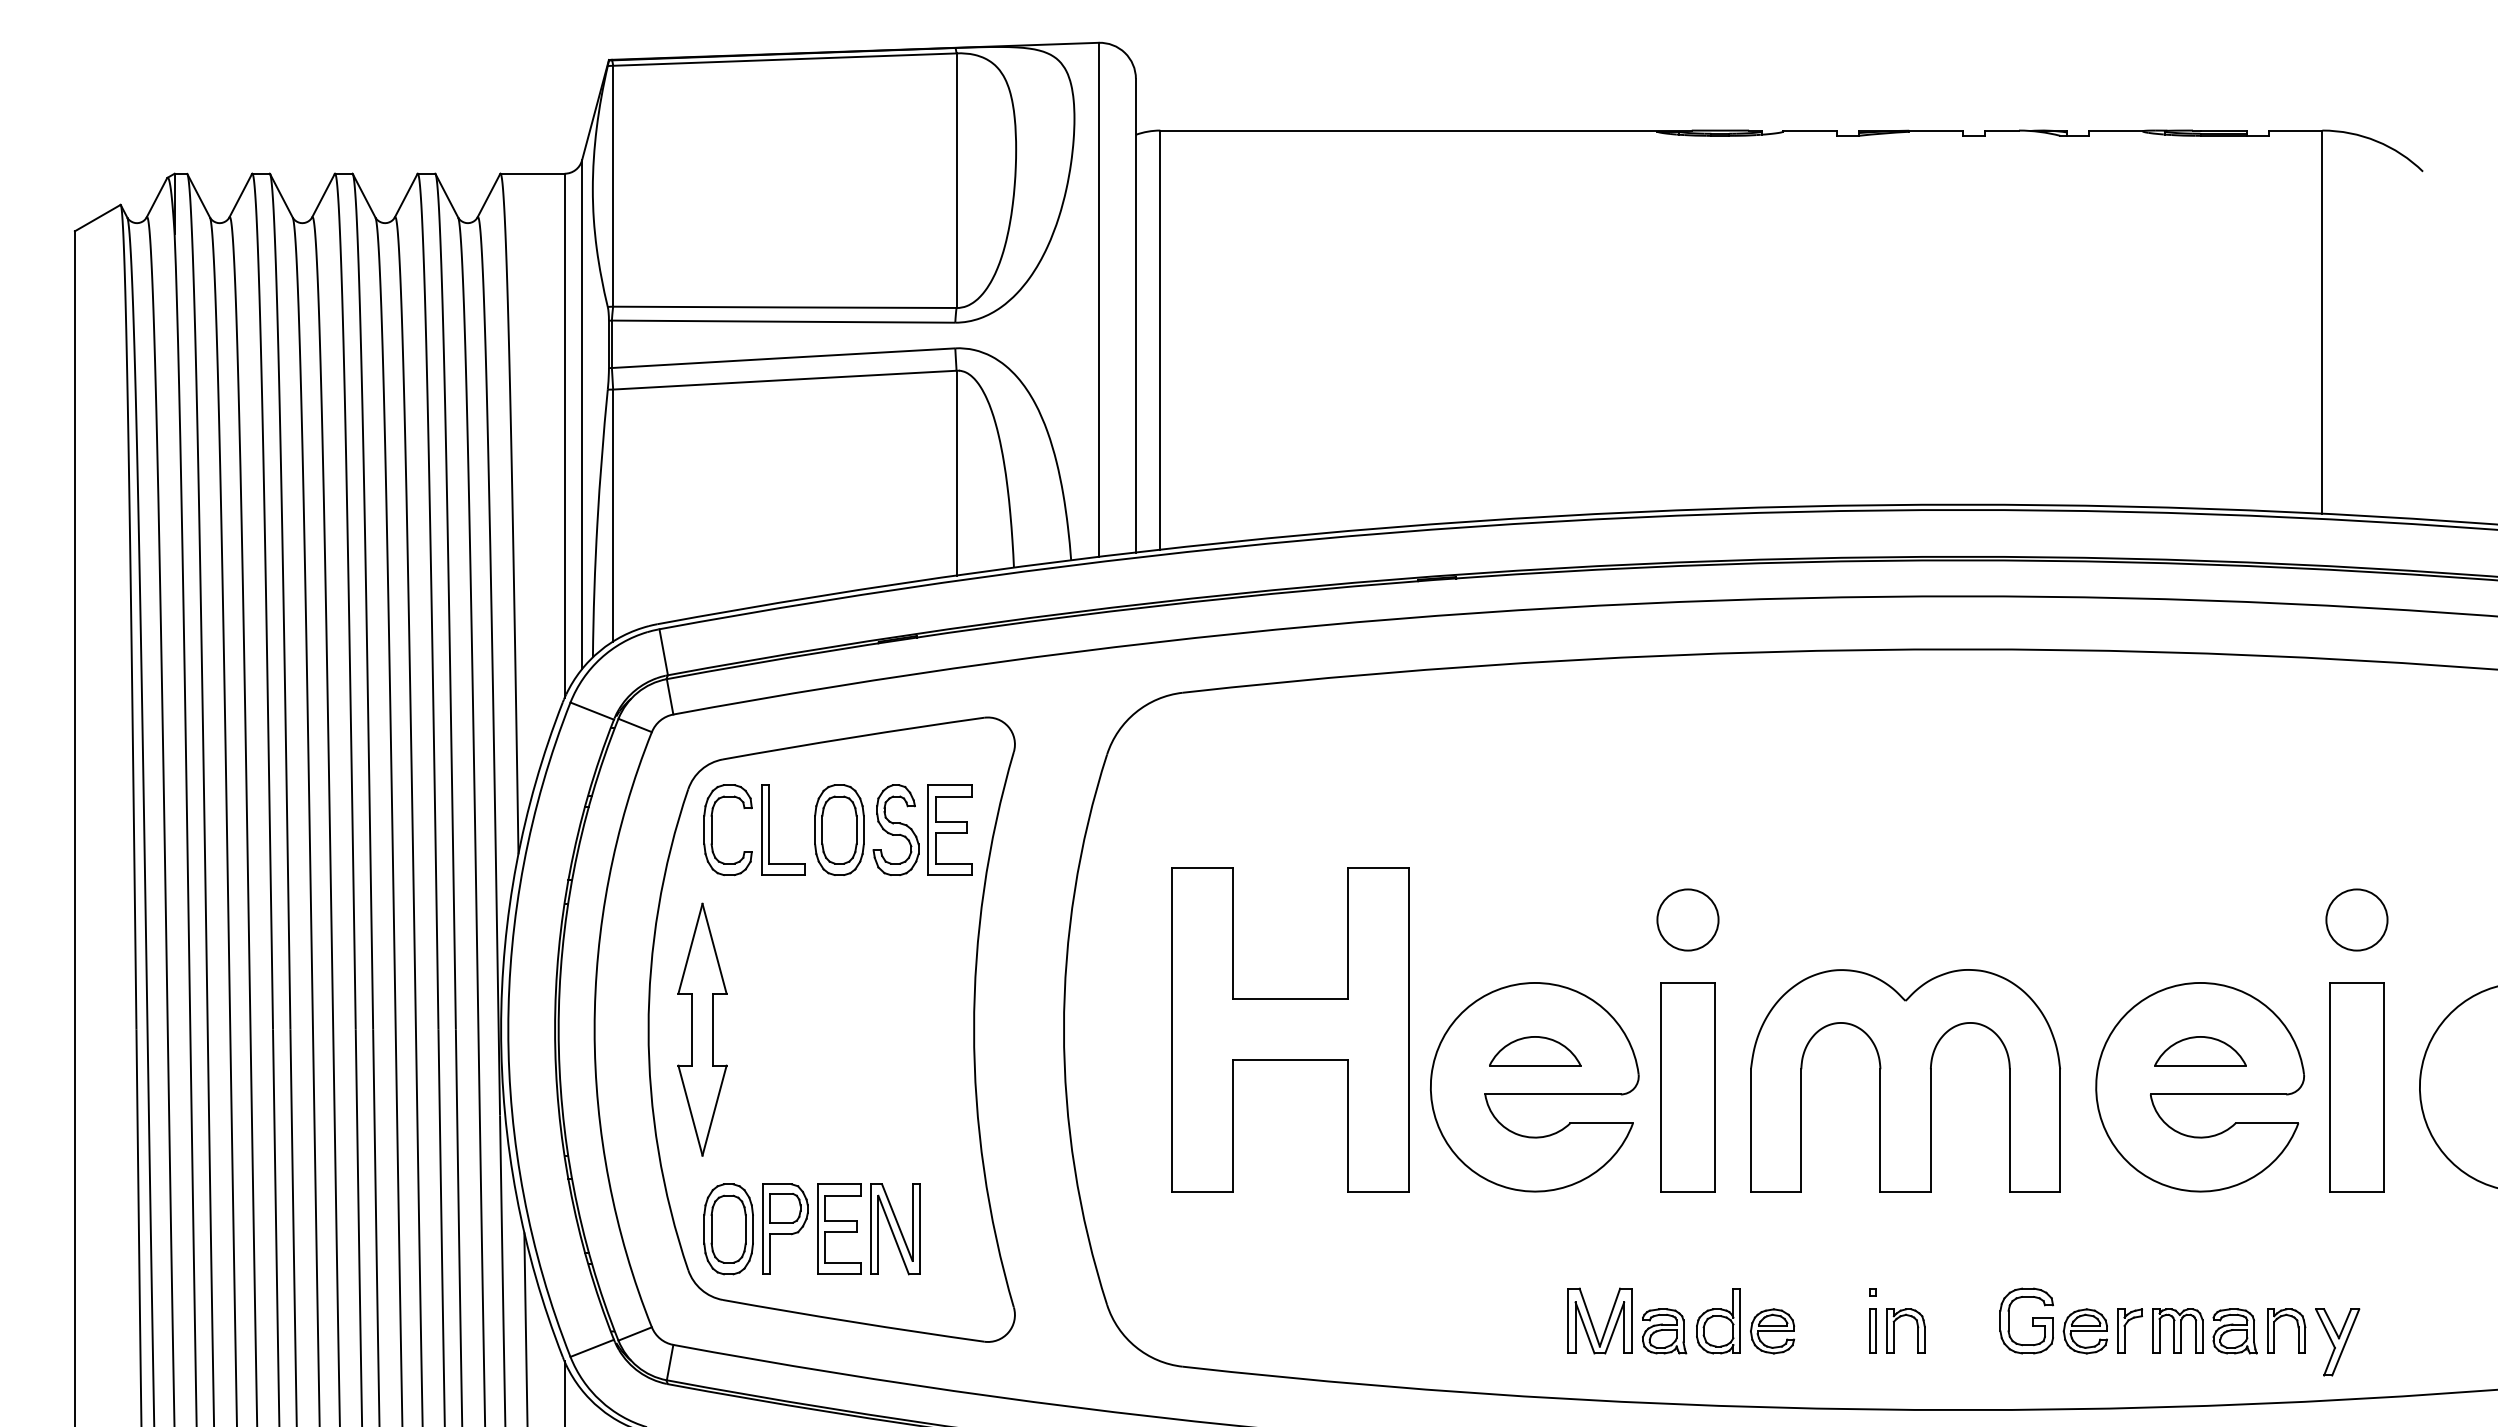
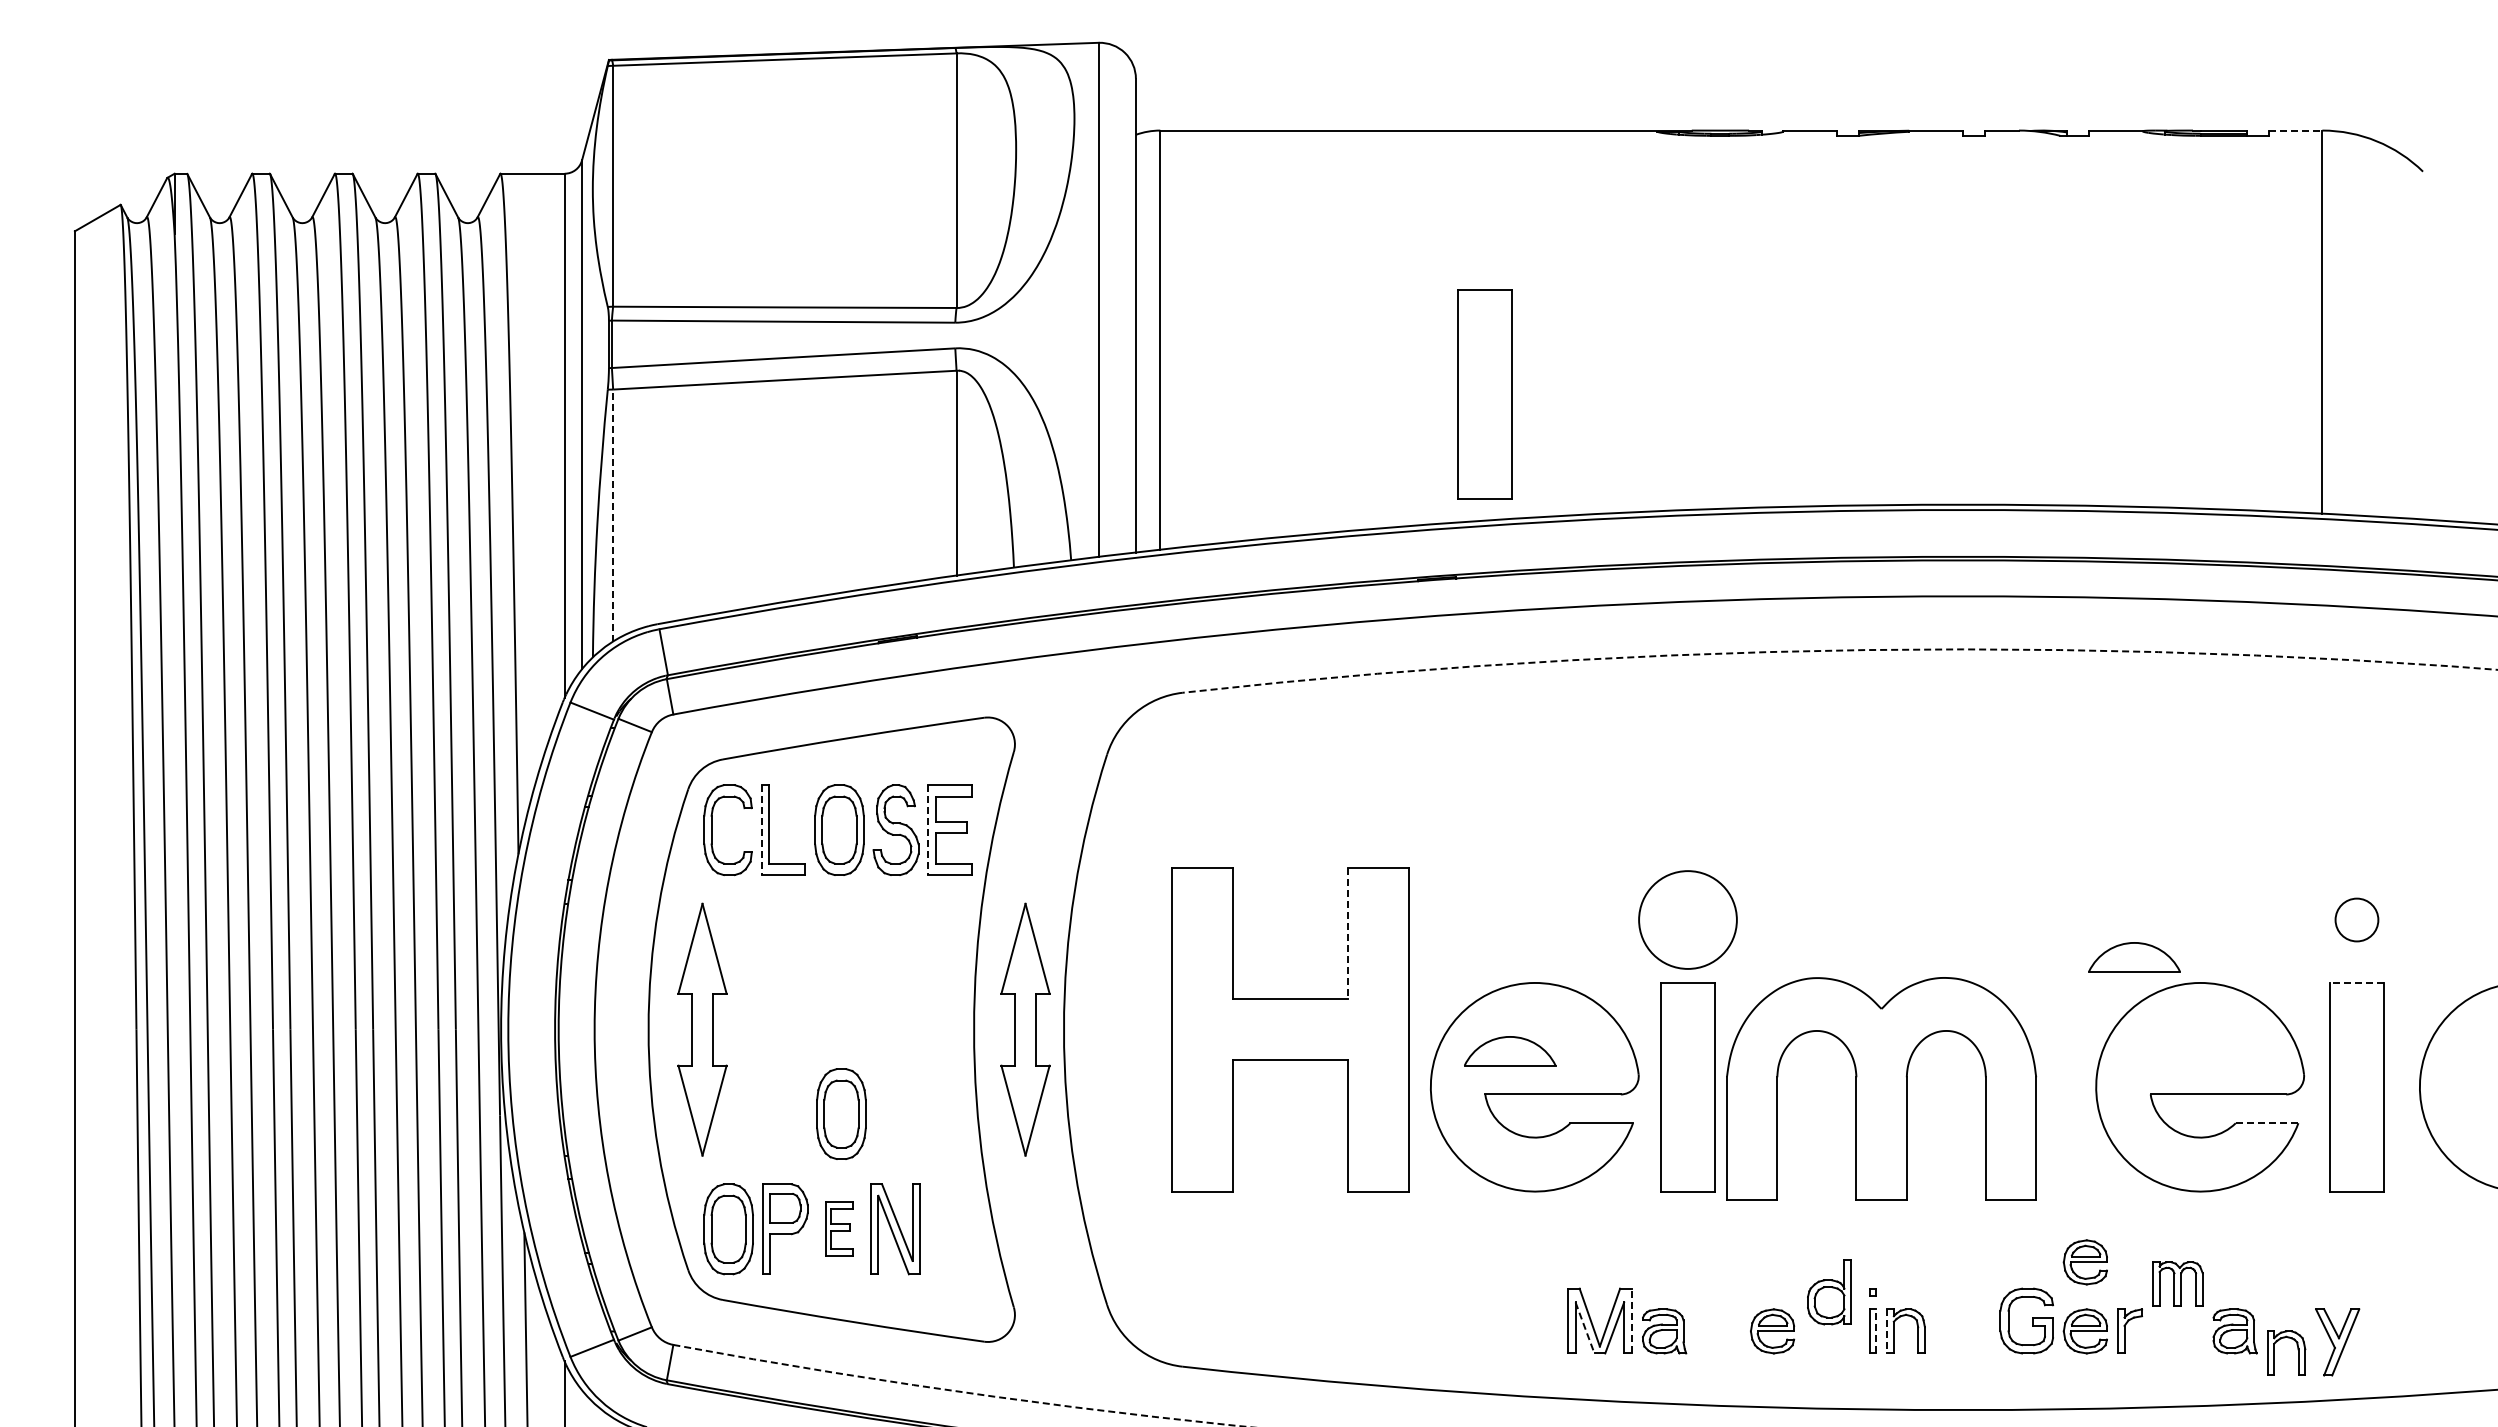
line at (2295, 130): solid -> dashed
part at (1484, 394): none -> present
line at (613, 515): solid -> dashed
arc at (1839, 650): solid -> dashed
line at (761, 830): solid -> dashed
line at (928, 830): solid -> dashed
circle at (1687, 919) diameter: 61 px -> 98 px
circle at (2356, 919) diameter: 61 px -> 43 px
line at (1348, 933): solid -> dashed
line at (2356, 982): solid -> dashed
part at (1025, 1029): none -> present
part at (1535, 1051) position: (1535, 1051) -> (1510, 1051)
part at (2200, 1051) position: (2200, 1051) -> (2134, 957)
part at (1905, 1080) position: (1905, 1080) -> (1881, 1088)
part at (841, 1113): none -> present
line at (2266, 1123): solid -> dashed
part at (839, 1228) size: 45x92 px -> 29x56 px
part at (2084, 1262): none -> present
line at (1632, 1320): solid -> dashed
part at (1718, 1321) position: (1718, 1321) -> (1829, 1292)
part at (2297, 1327) position: (2297, 1327) -> (2297, 1349)
line at (1585, 1328): solid -> dashed
line at (1876, 1330): solid -> dashed
part at (2177, 1330) position: (2177, 1330) -> (2177, 1283)
line at (1887, 1331): solid -> dashed
arc at (960, 1391): solid -> dashed
